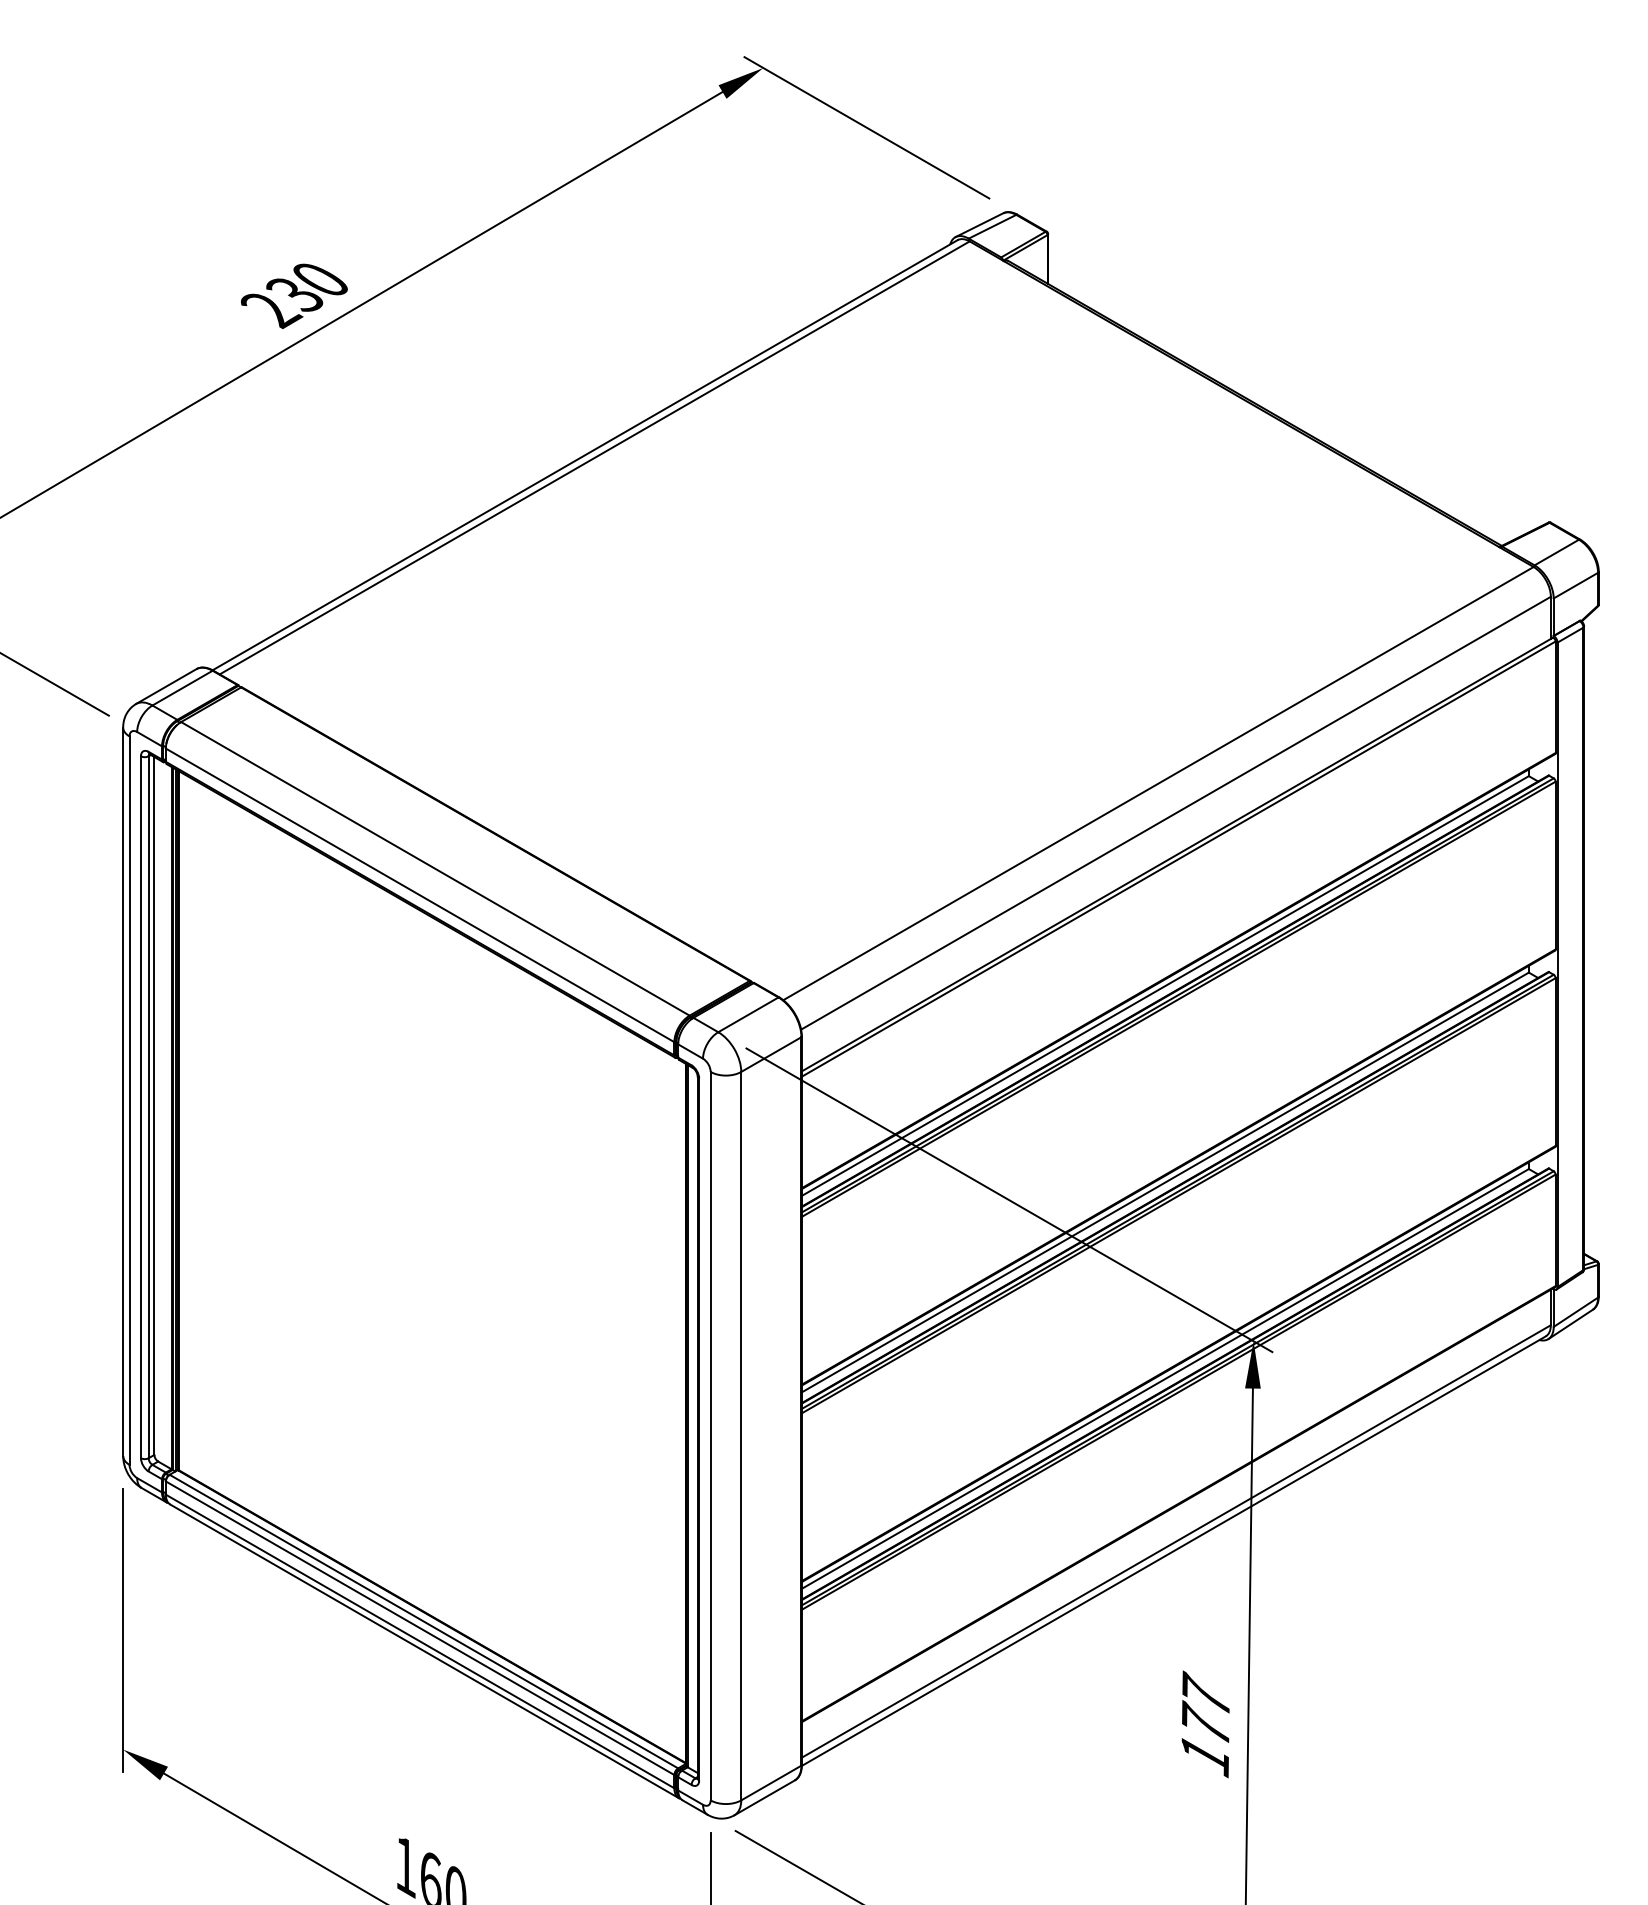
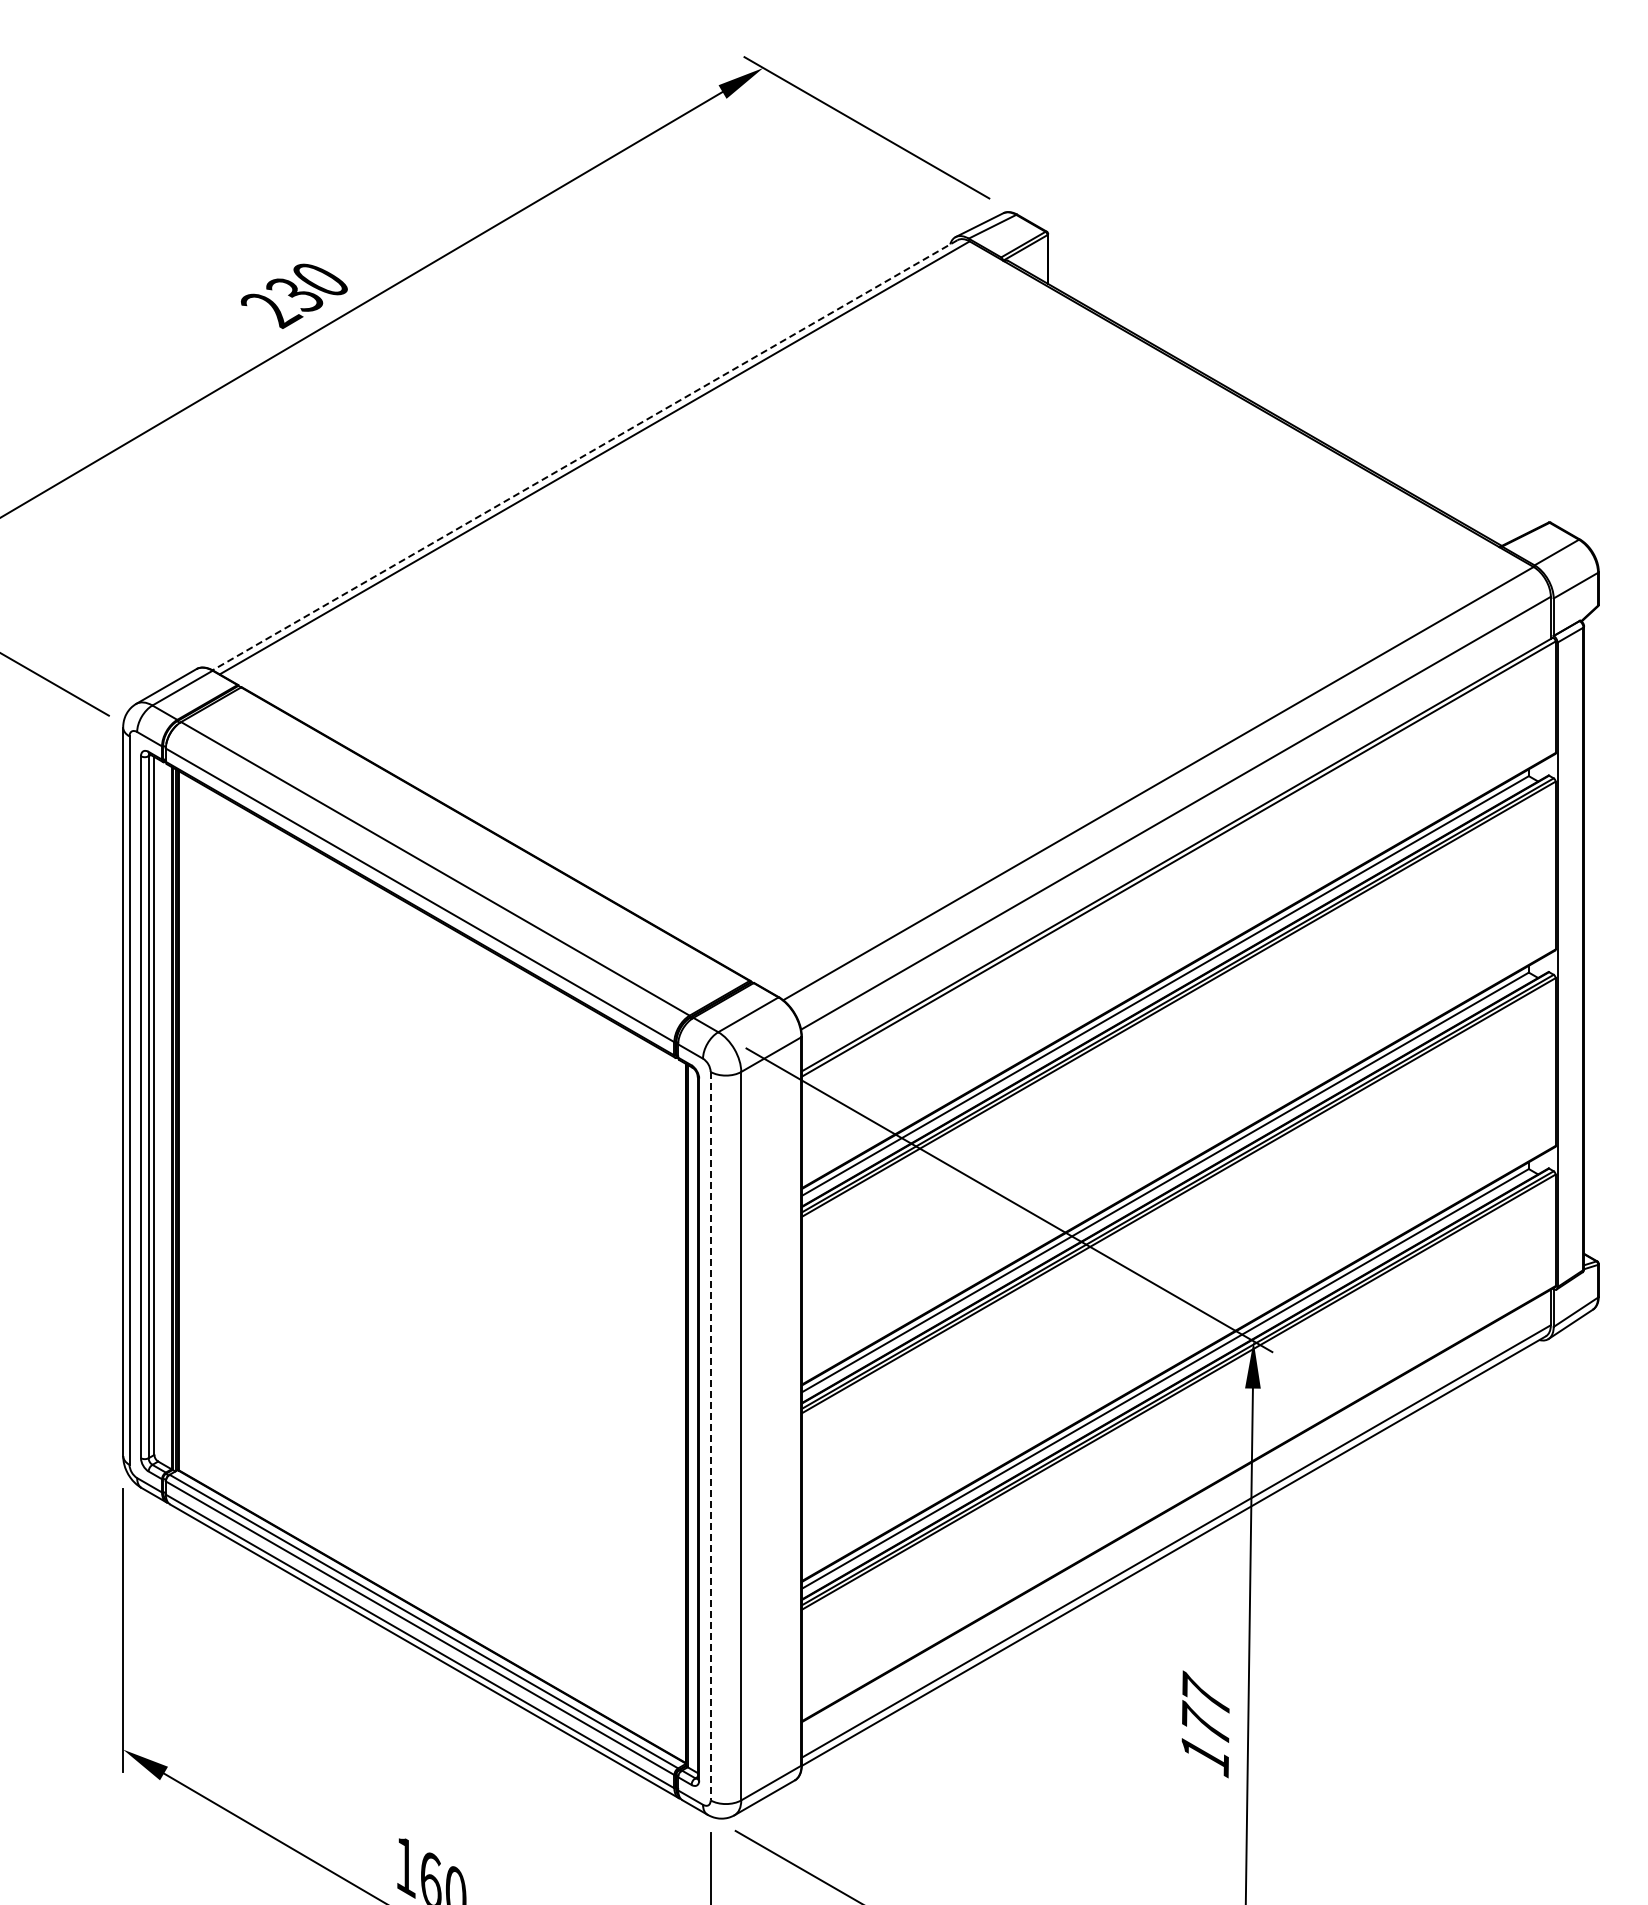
line at (584, 455): solid -> dashed
line at (710, 1436): solid -> dashed
